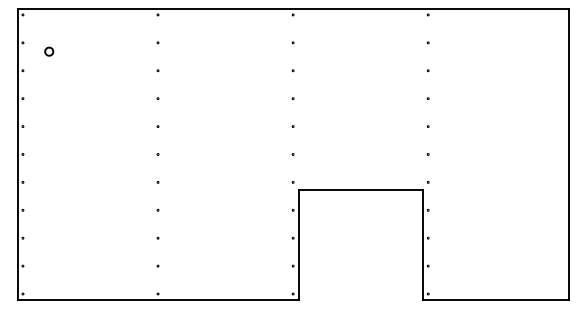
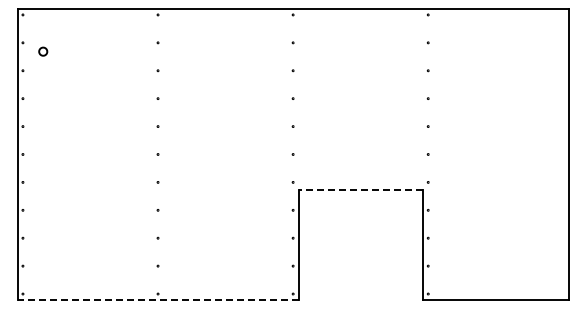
part at (49, 51) position: (49, 51) -> (43, 51)
line at (360, 190): solid -> dashed
line at (157, 299): solid -> dashed
